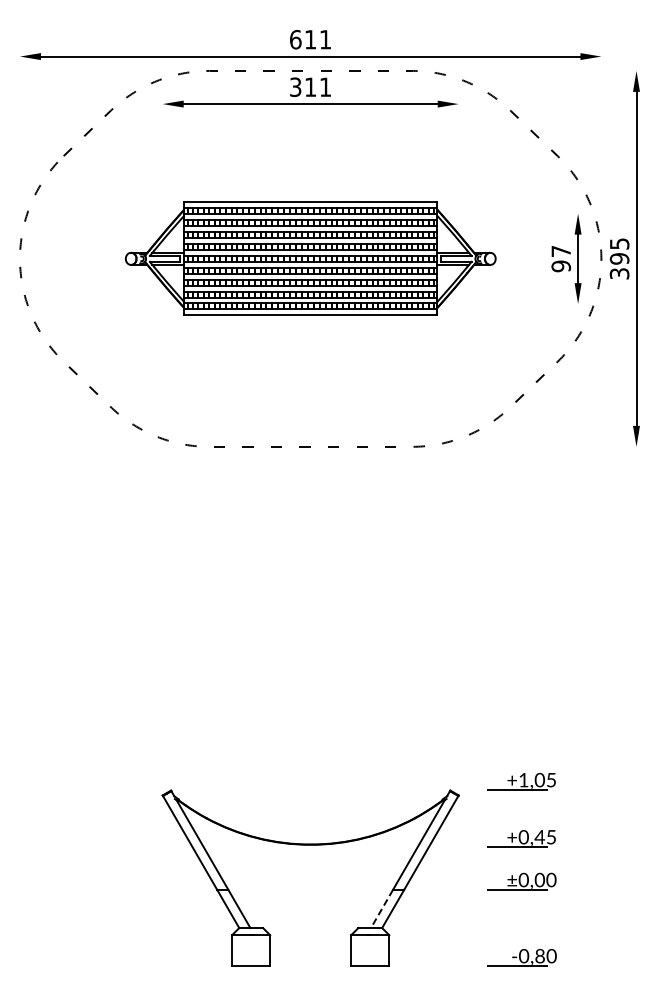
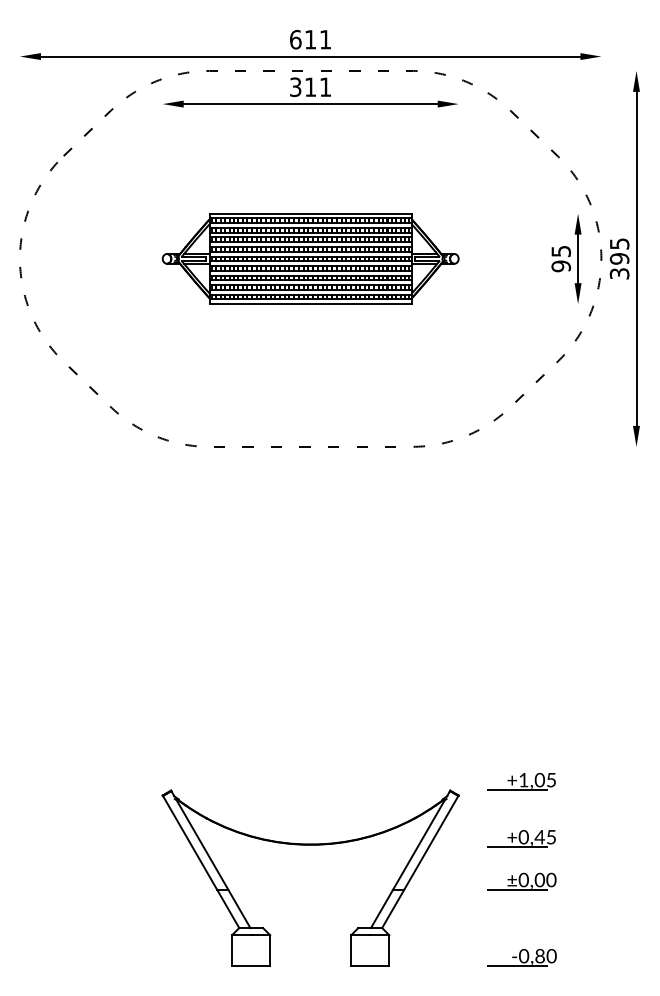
text at (561, 251): 97 -> 95
part at (310, 258) size: 372x115 px -> 299x92 px
line at (381, 909): dashed -> solid
